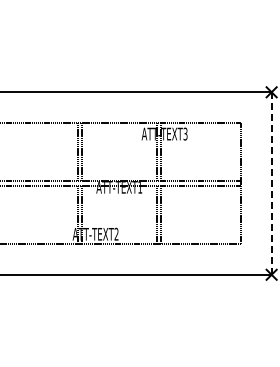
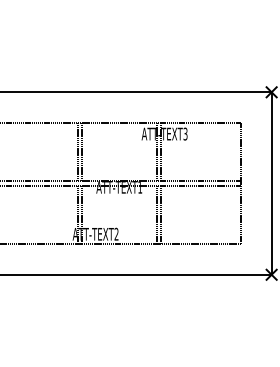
line at (271, 184): dashed -> solid
